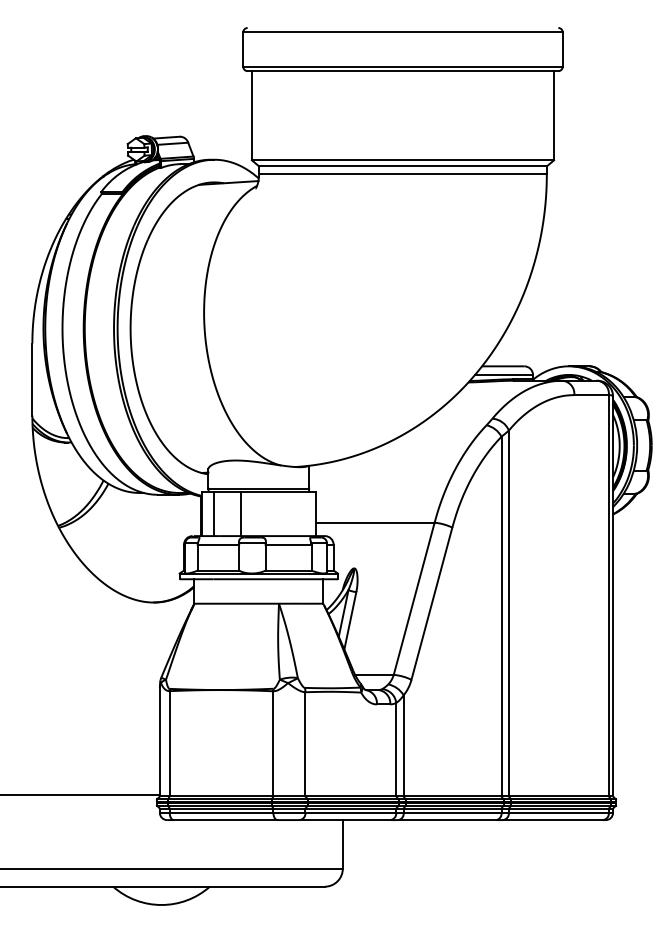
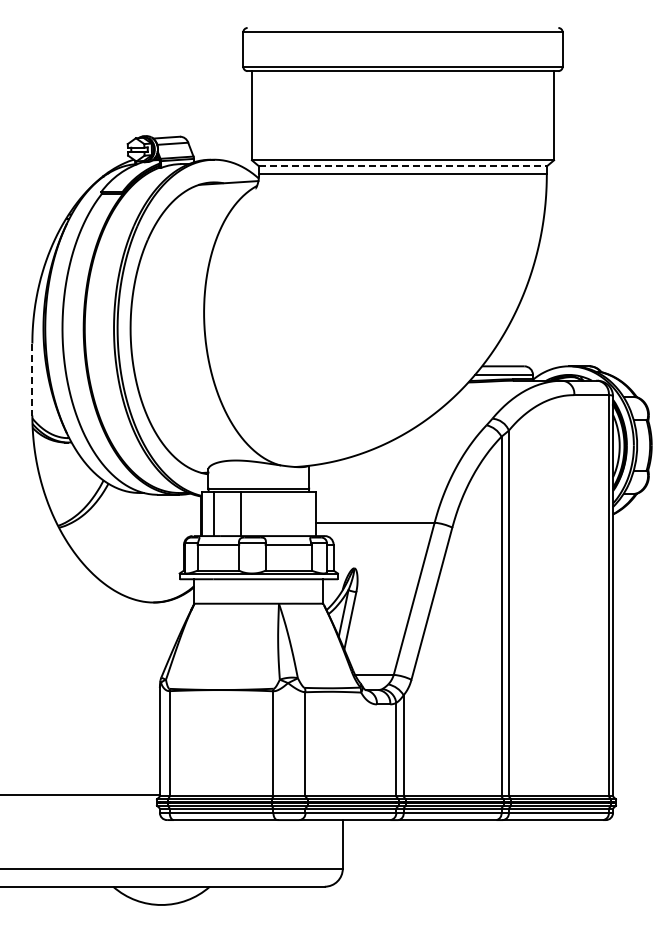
line at (402, 166): solid -> dashed
line at (32, 379): solid -> dashed
